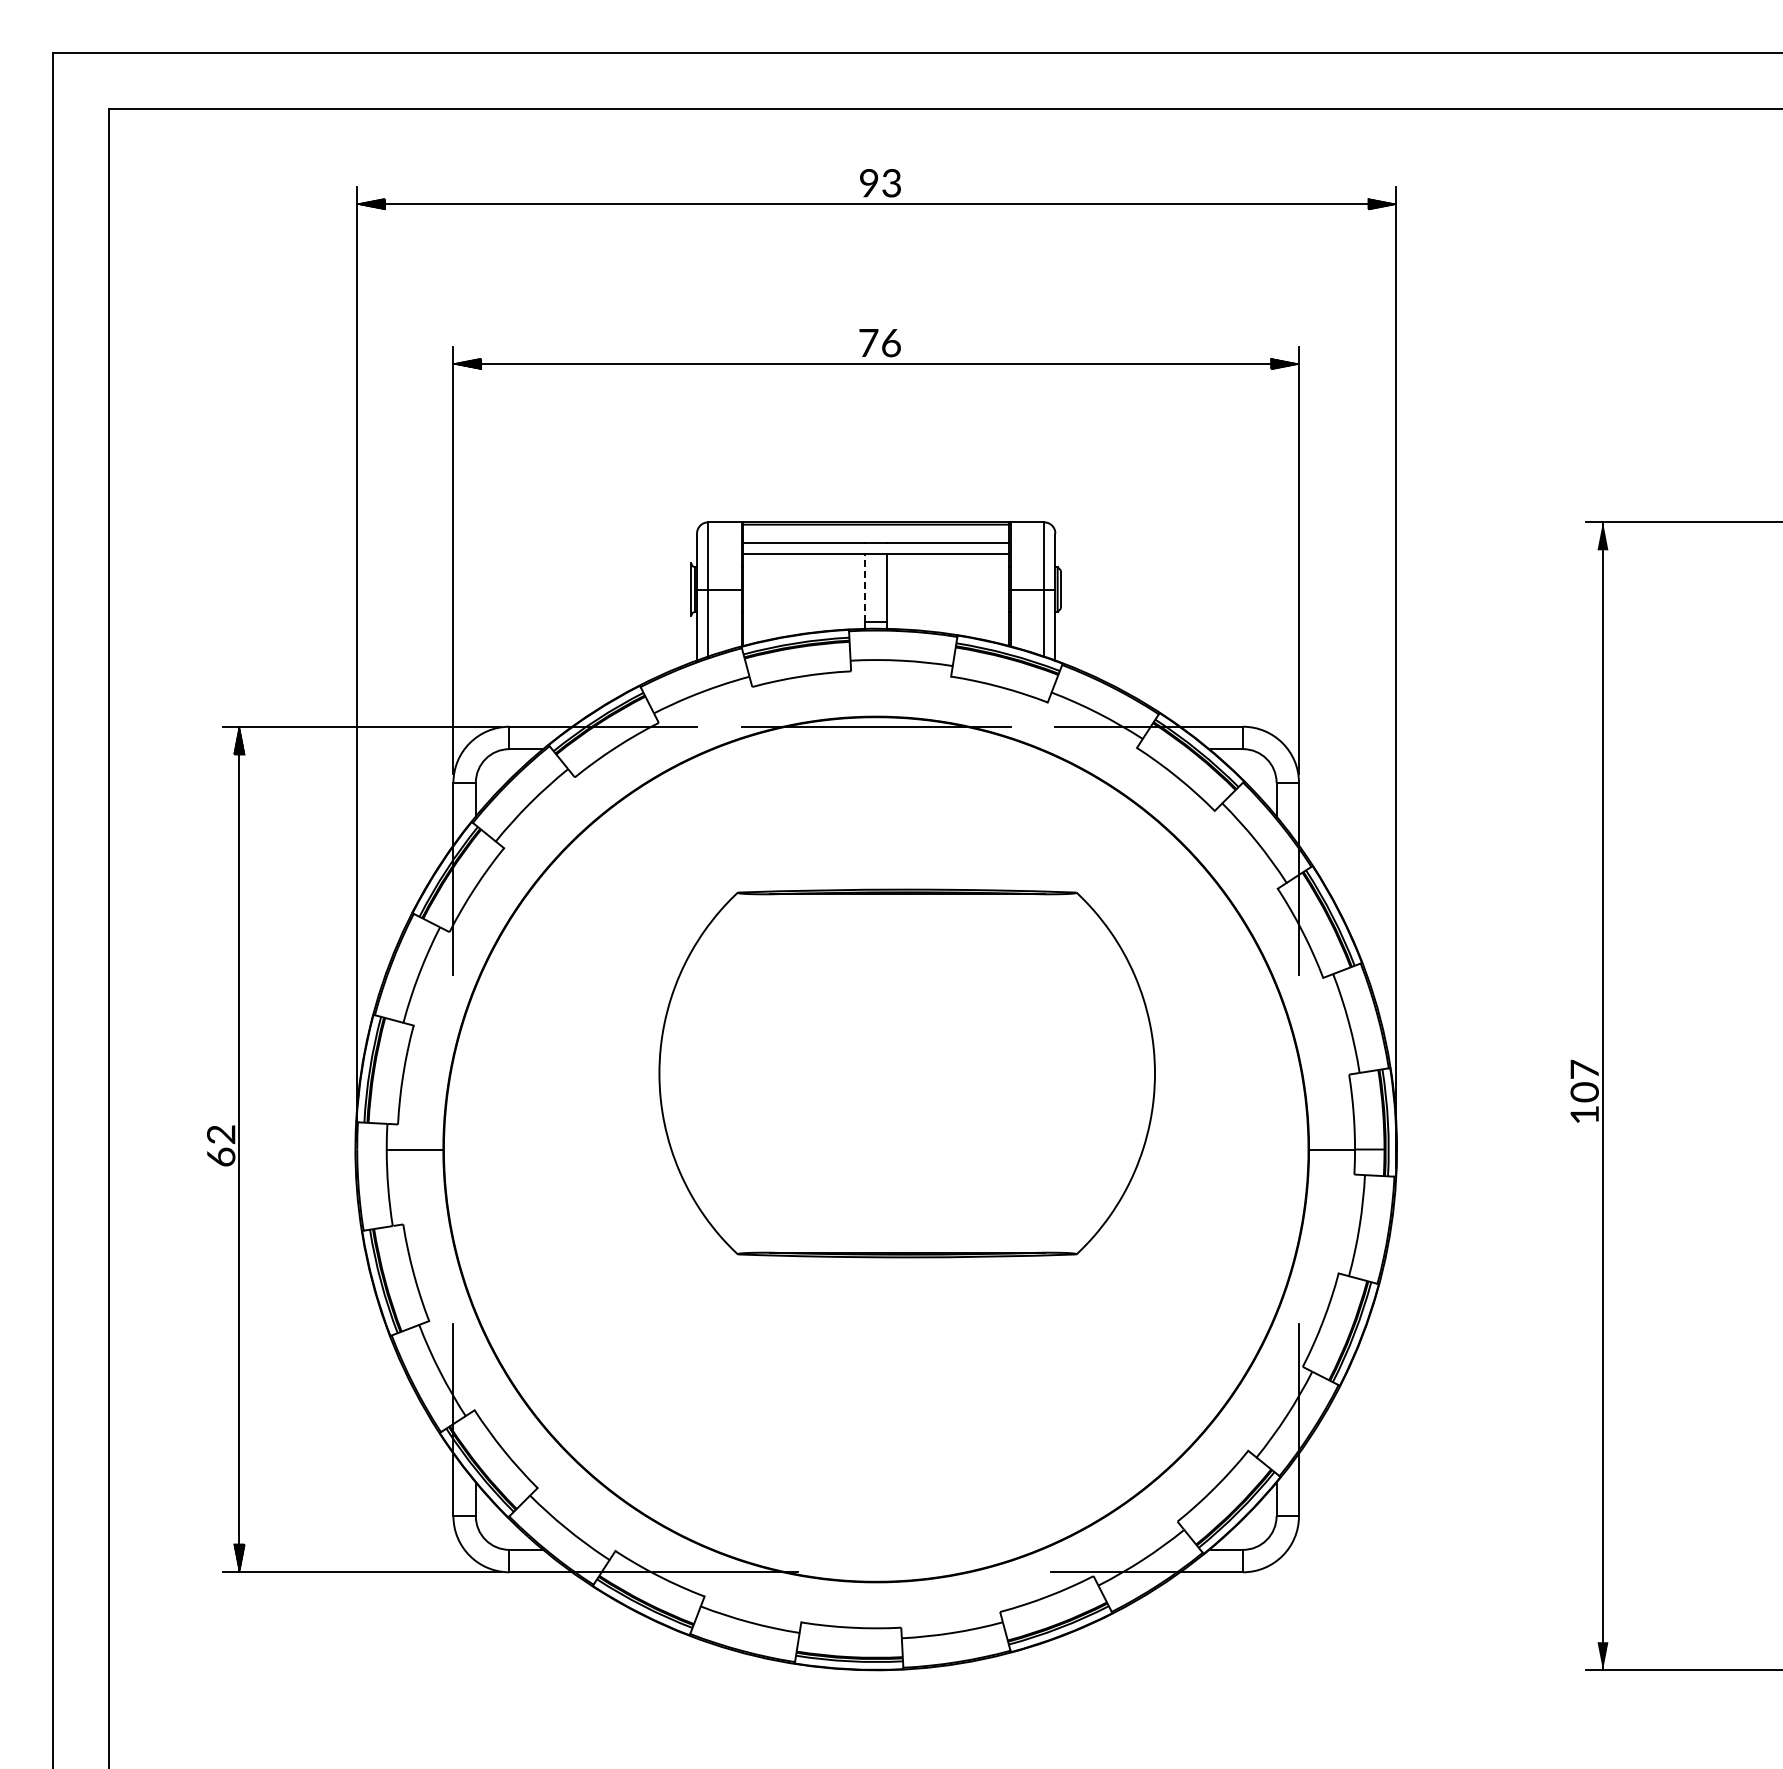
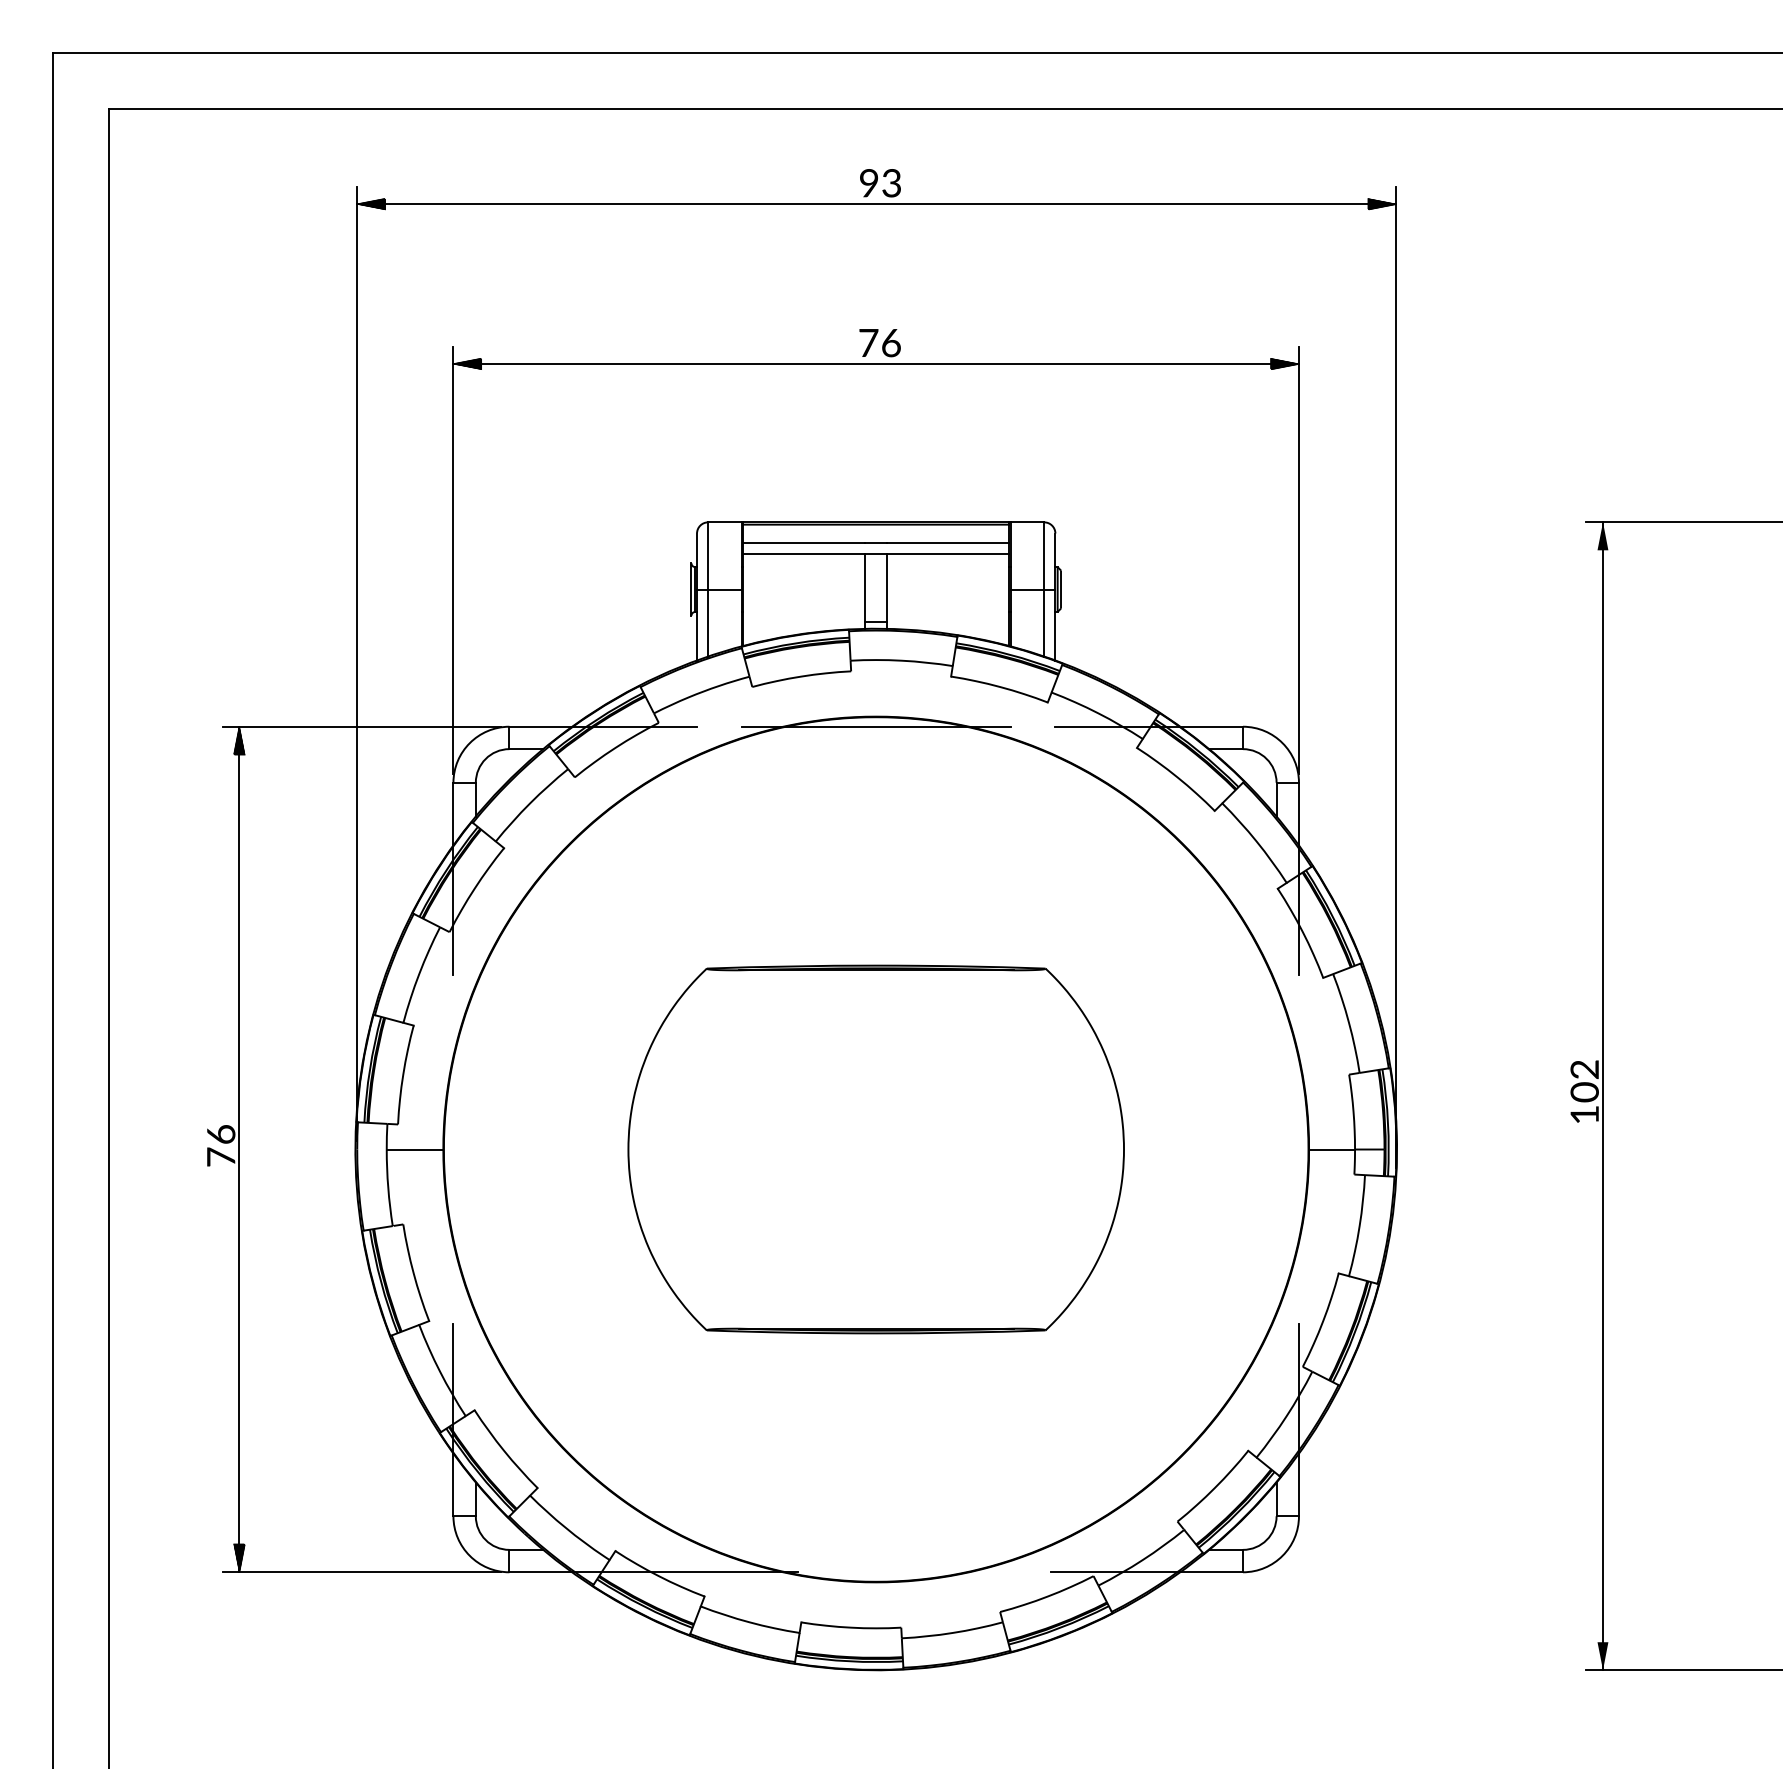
line at (865, 587): dashed -> solid
text at (1584, 1069): 107 -> 102
part at (906, 1073) position: (906, 1073) -> (875, 1149)
text at (221, 1145): 62 -> 76
